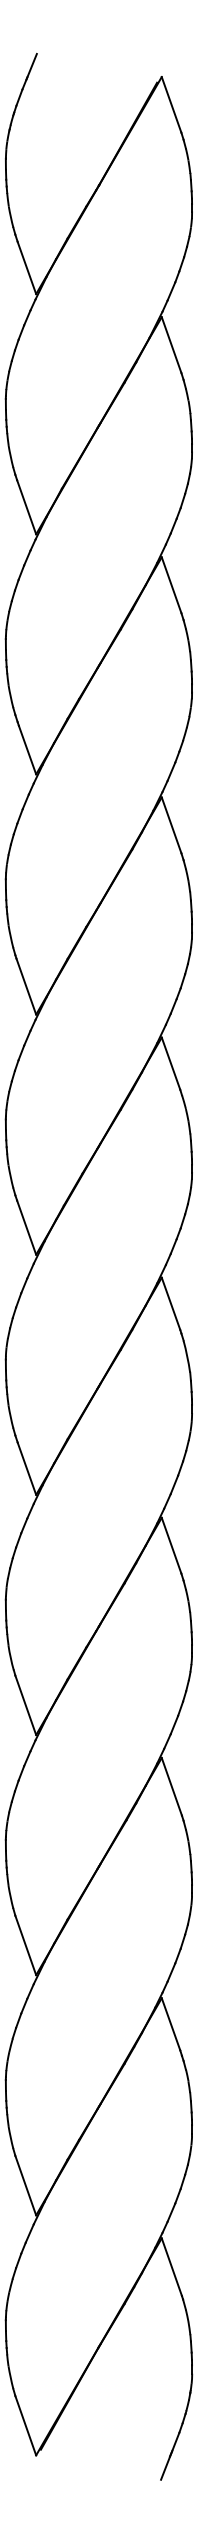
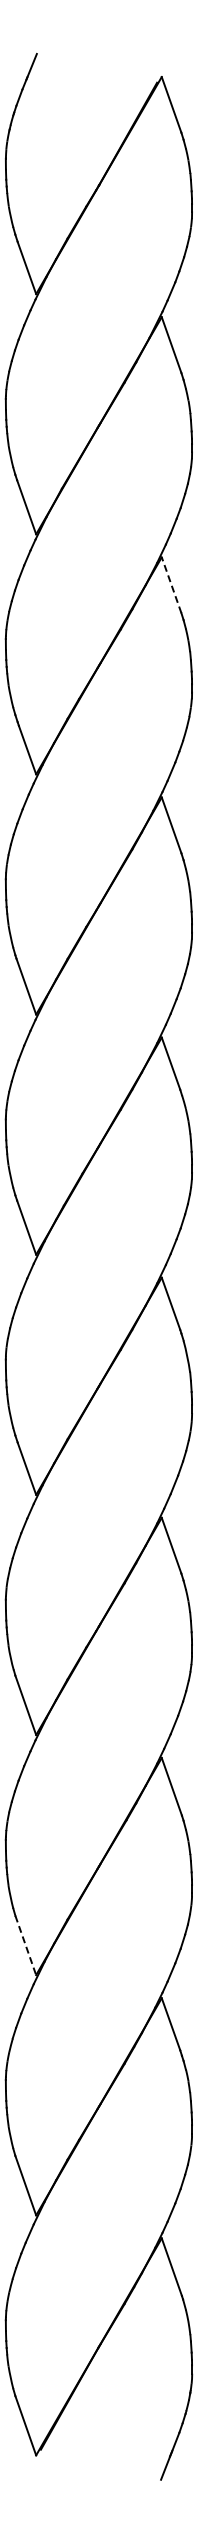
line at (171, 585): solid -> dashed
line at (25, 1945): solid -> dashed
